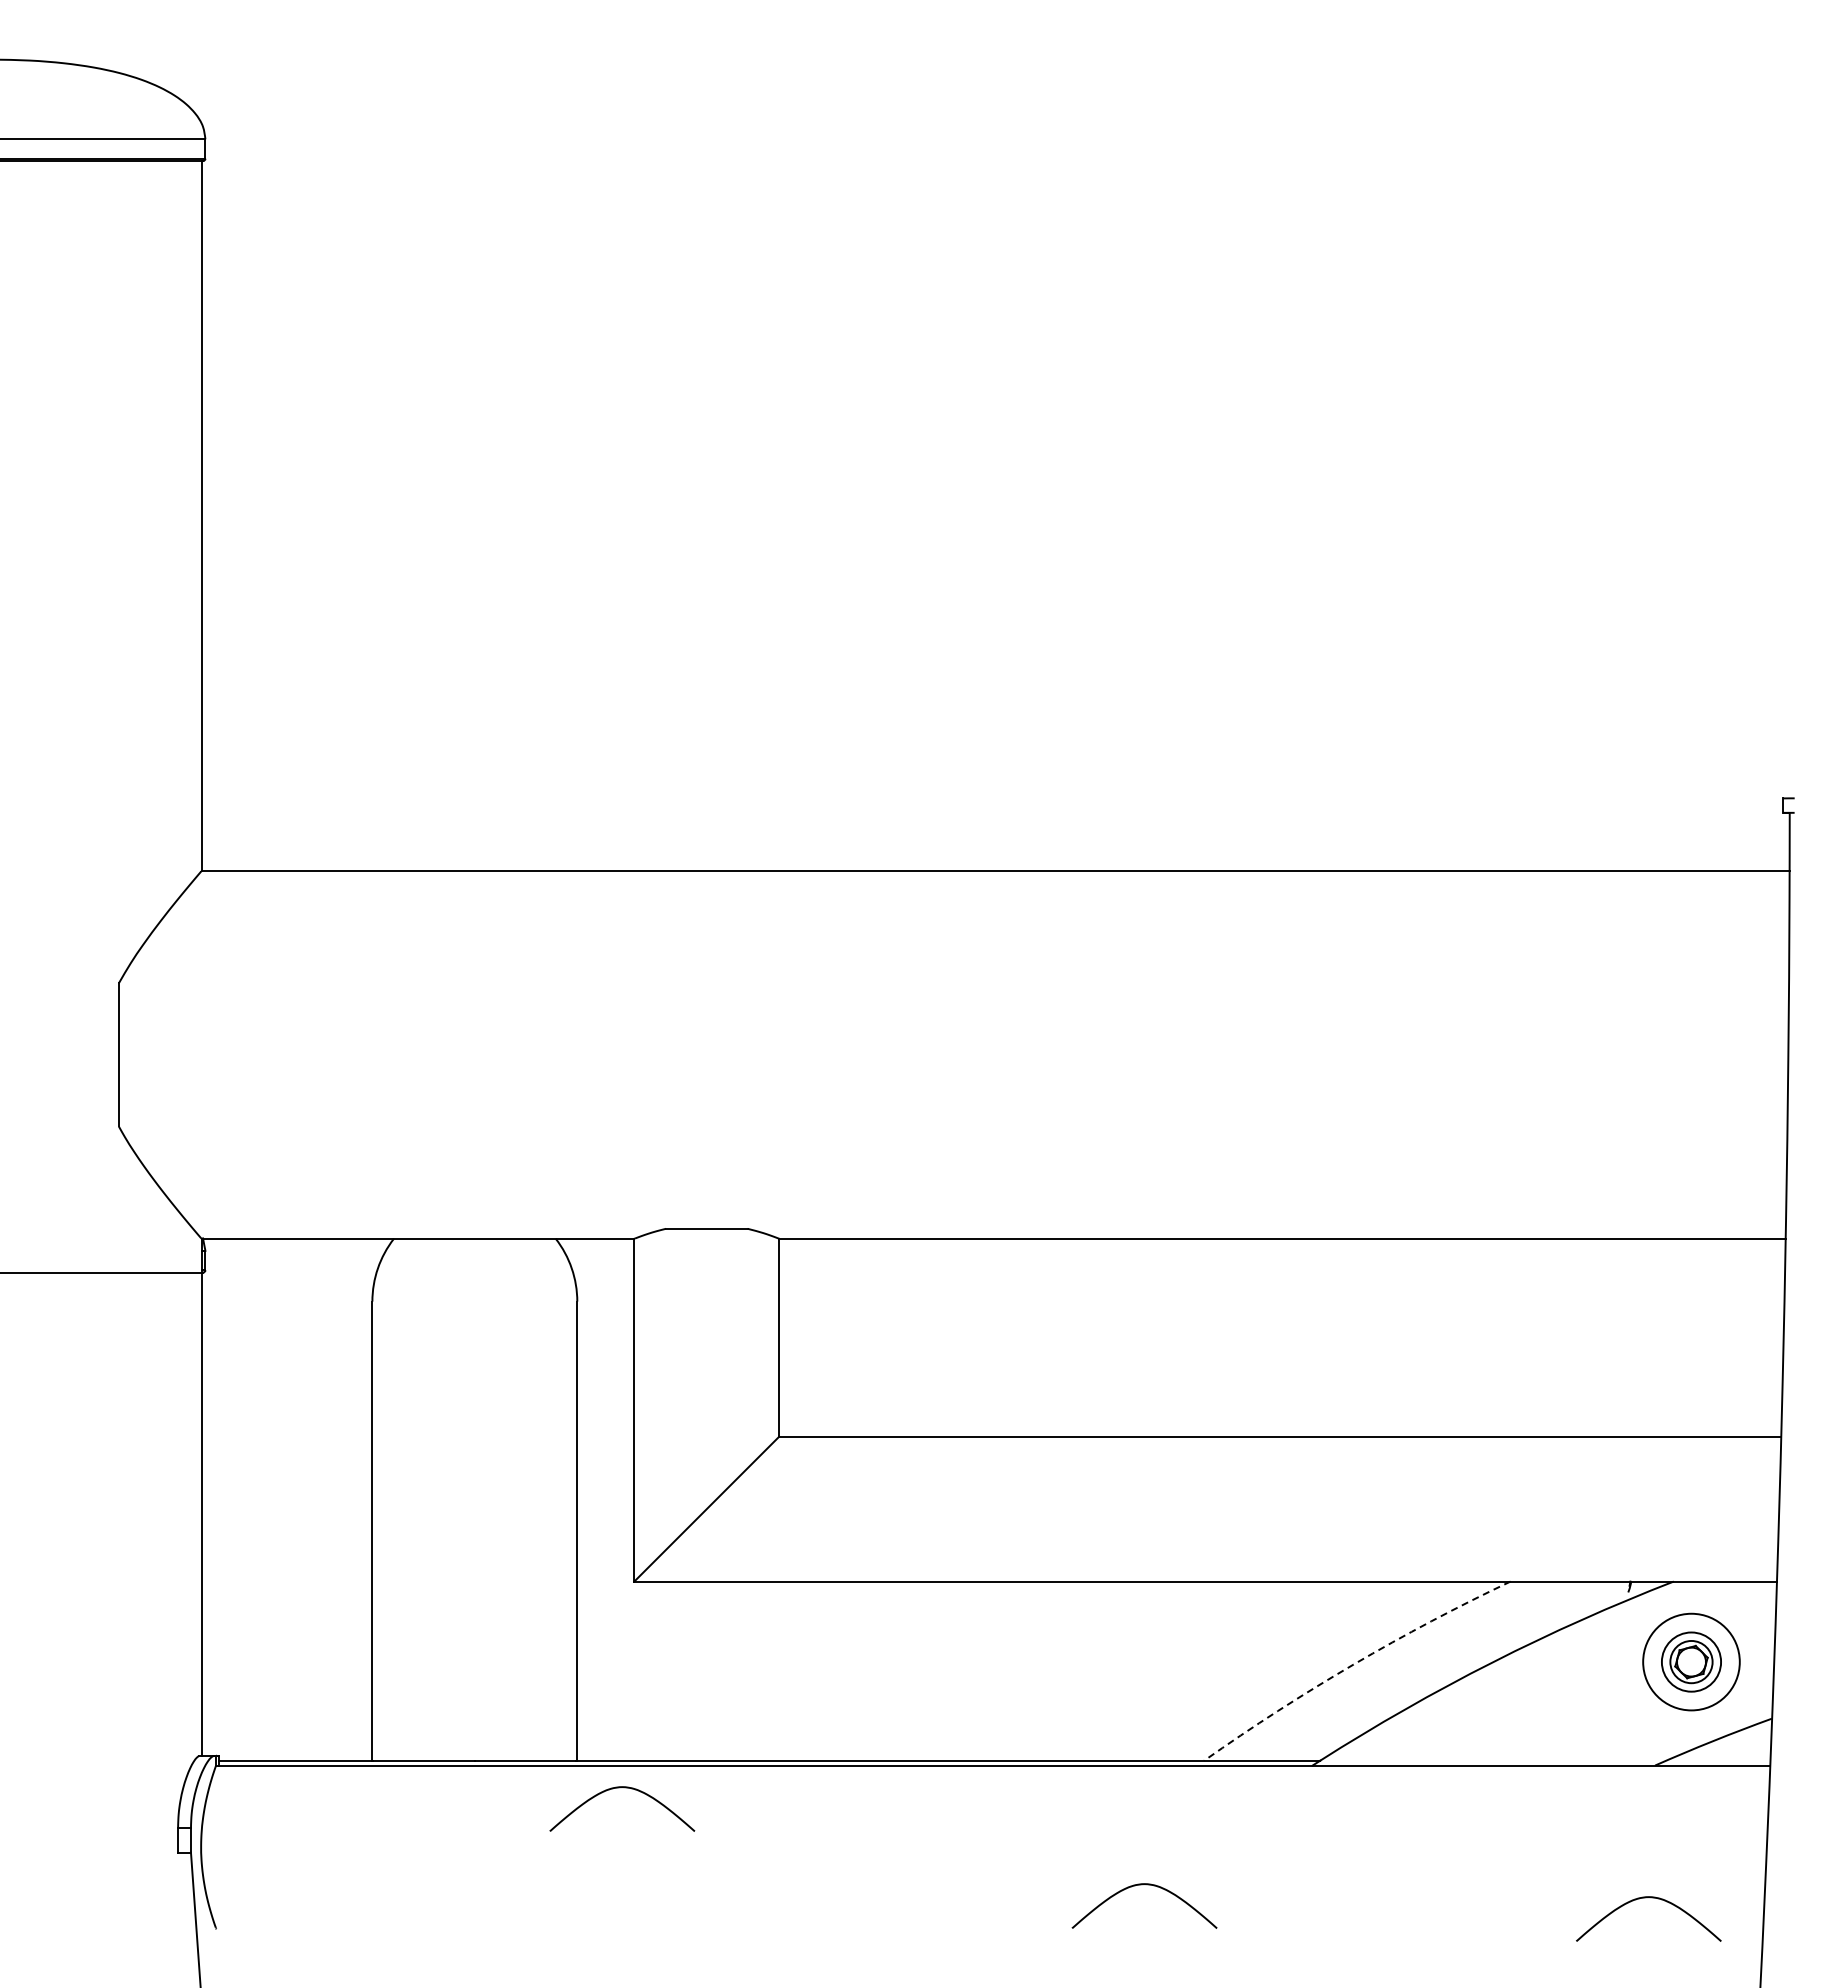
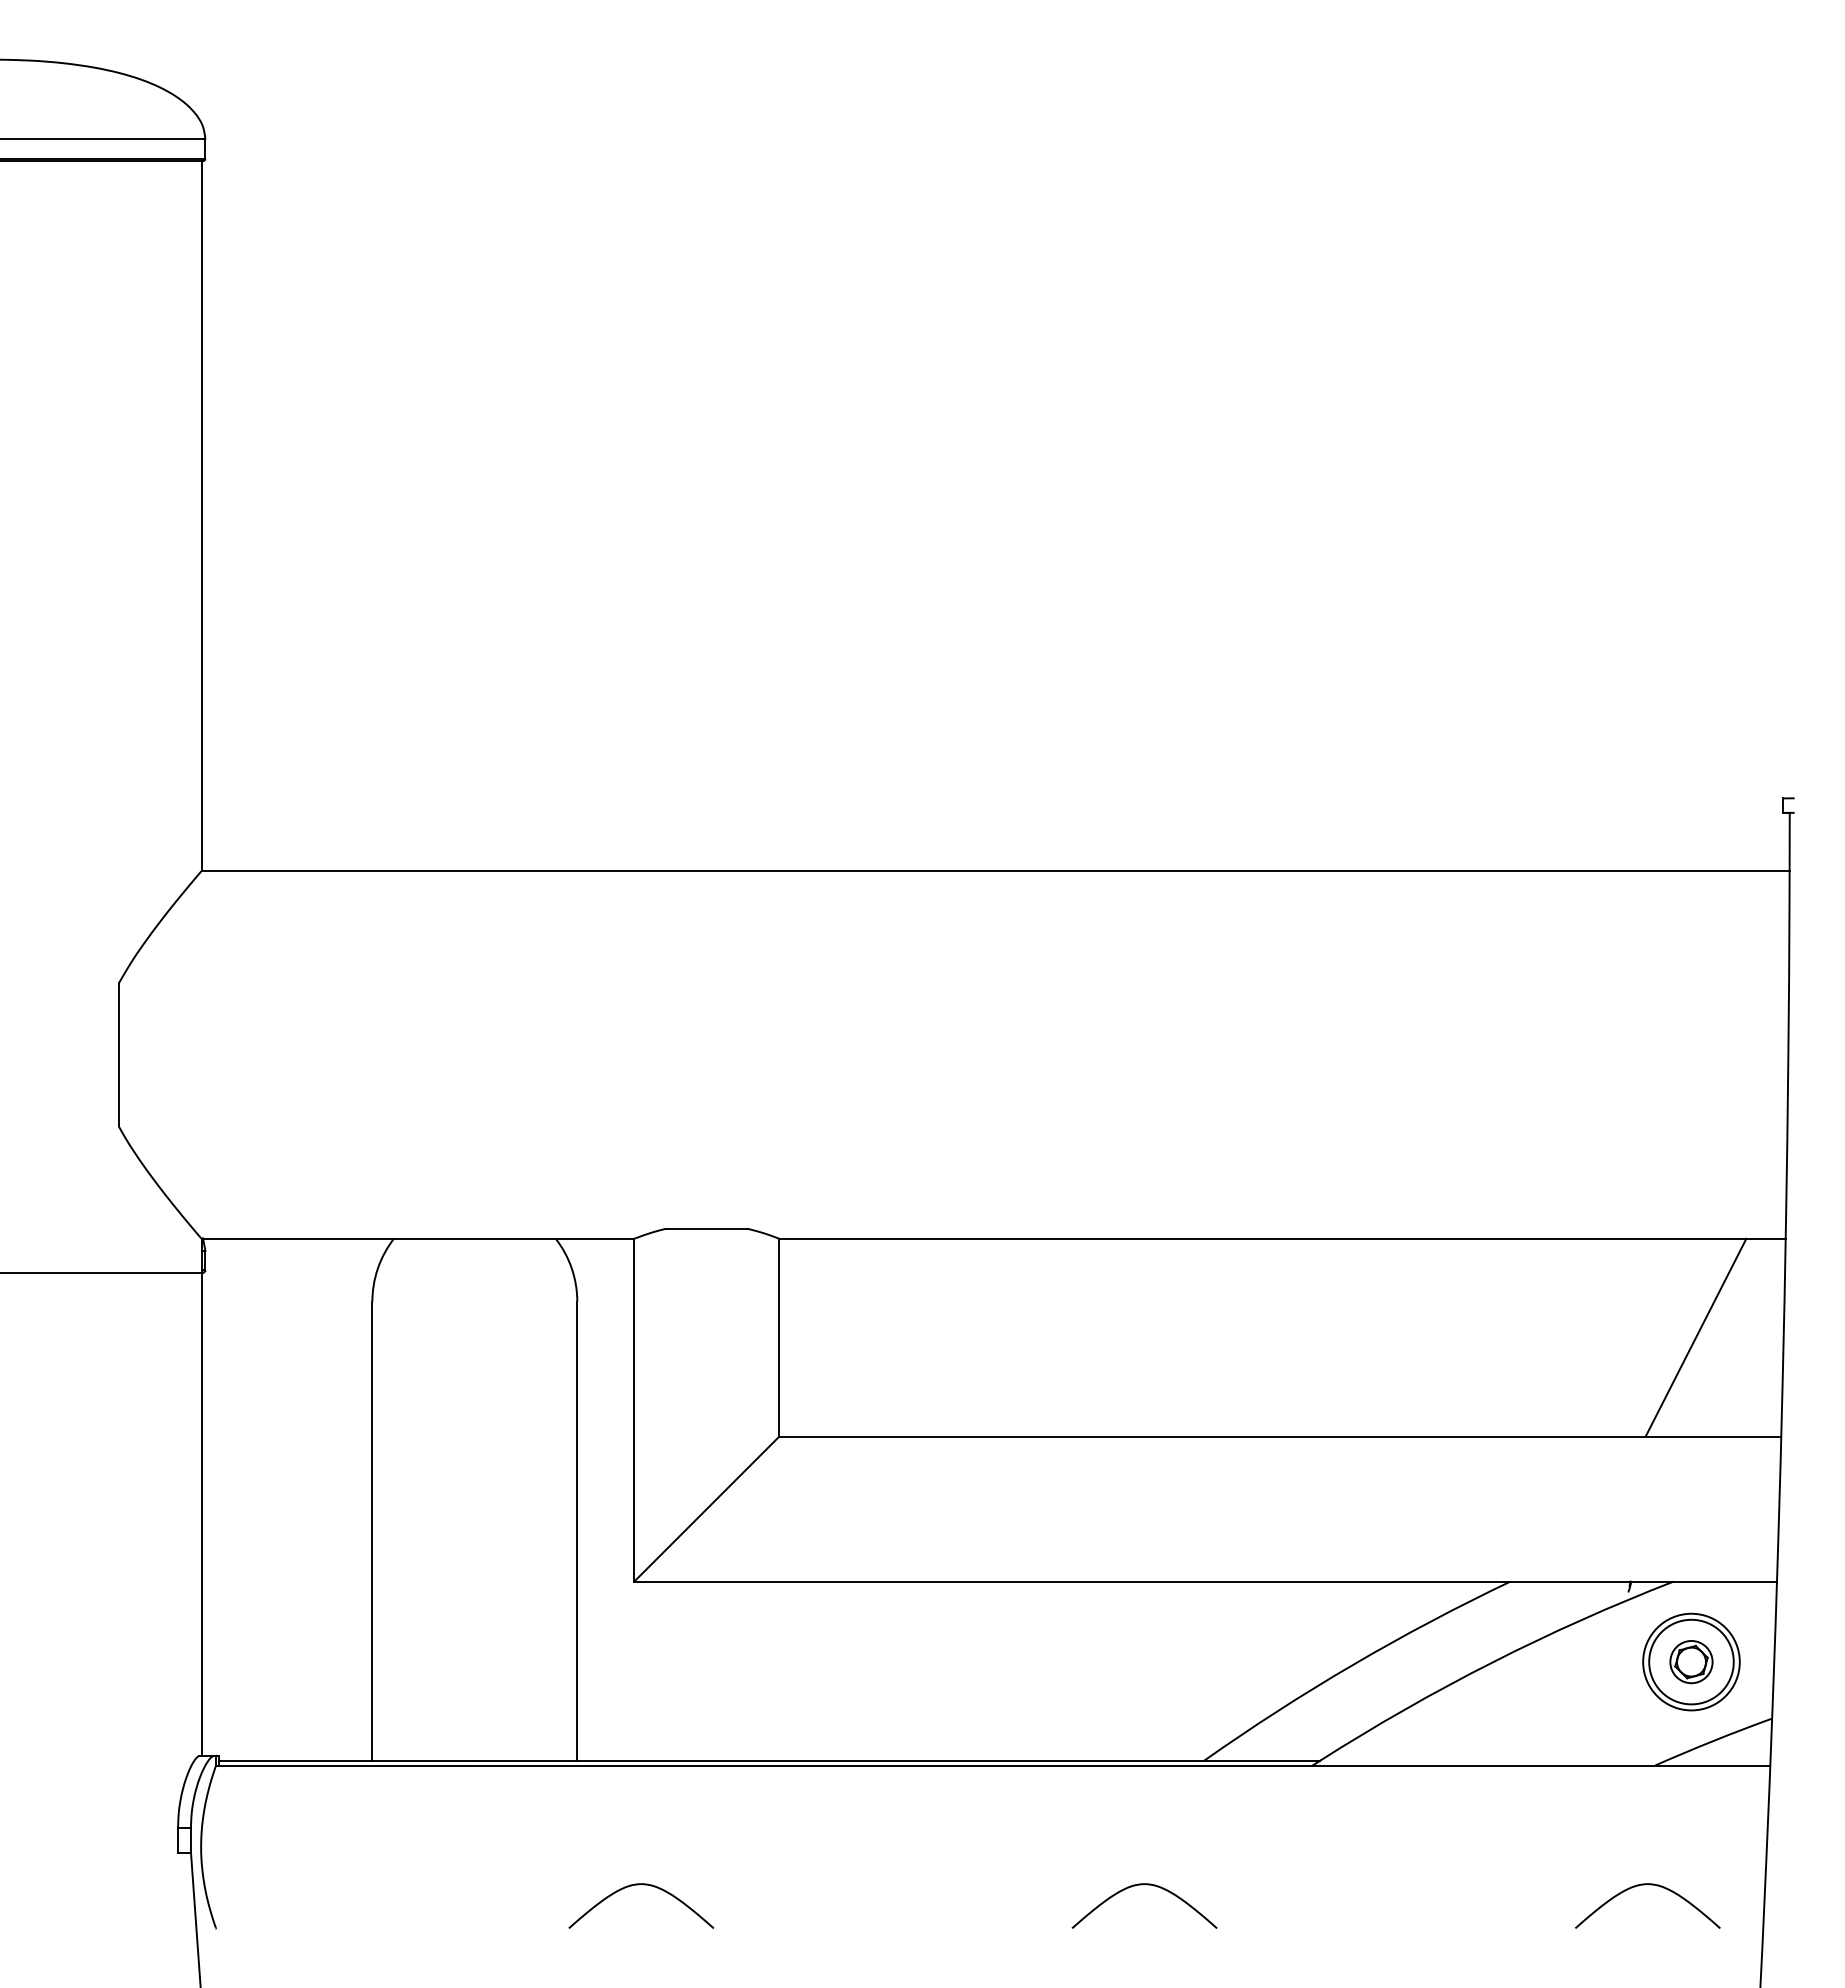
line at (1695, 1337): none -> present
circle at (1691, 1661) diameter: 59 px -> 85 px
arc at (1353, 1664): dashed -> solid
curve at (620, 1788) position: (620, 1788) -> (639, 1885)
curve at (1646, 1898) position: (1646, 1898) -> (1645, 1885)
